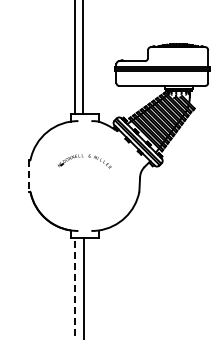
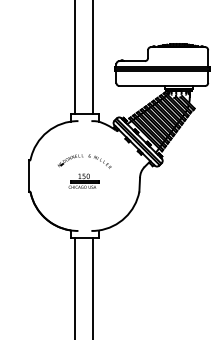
line at (83, 57) position: (83, 57) -> (93, 57)
line at (29, 176): dashed -> solid
part at (83, 180): none -> present
line at (84, 287) position: (84, 287) -> (93, 287)
line at (74, 288): dashed -> solid
